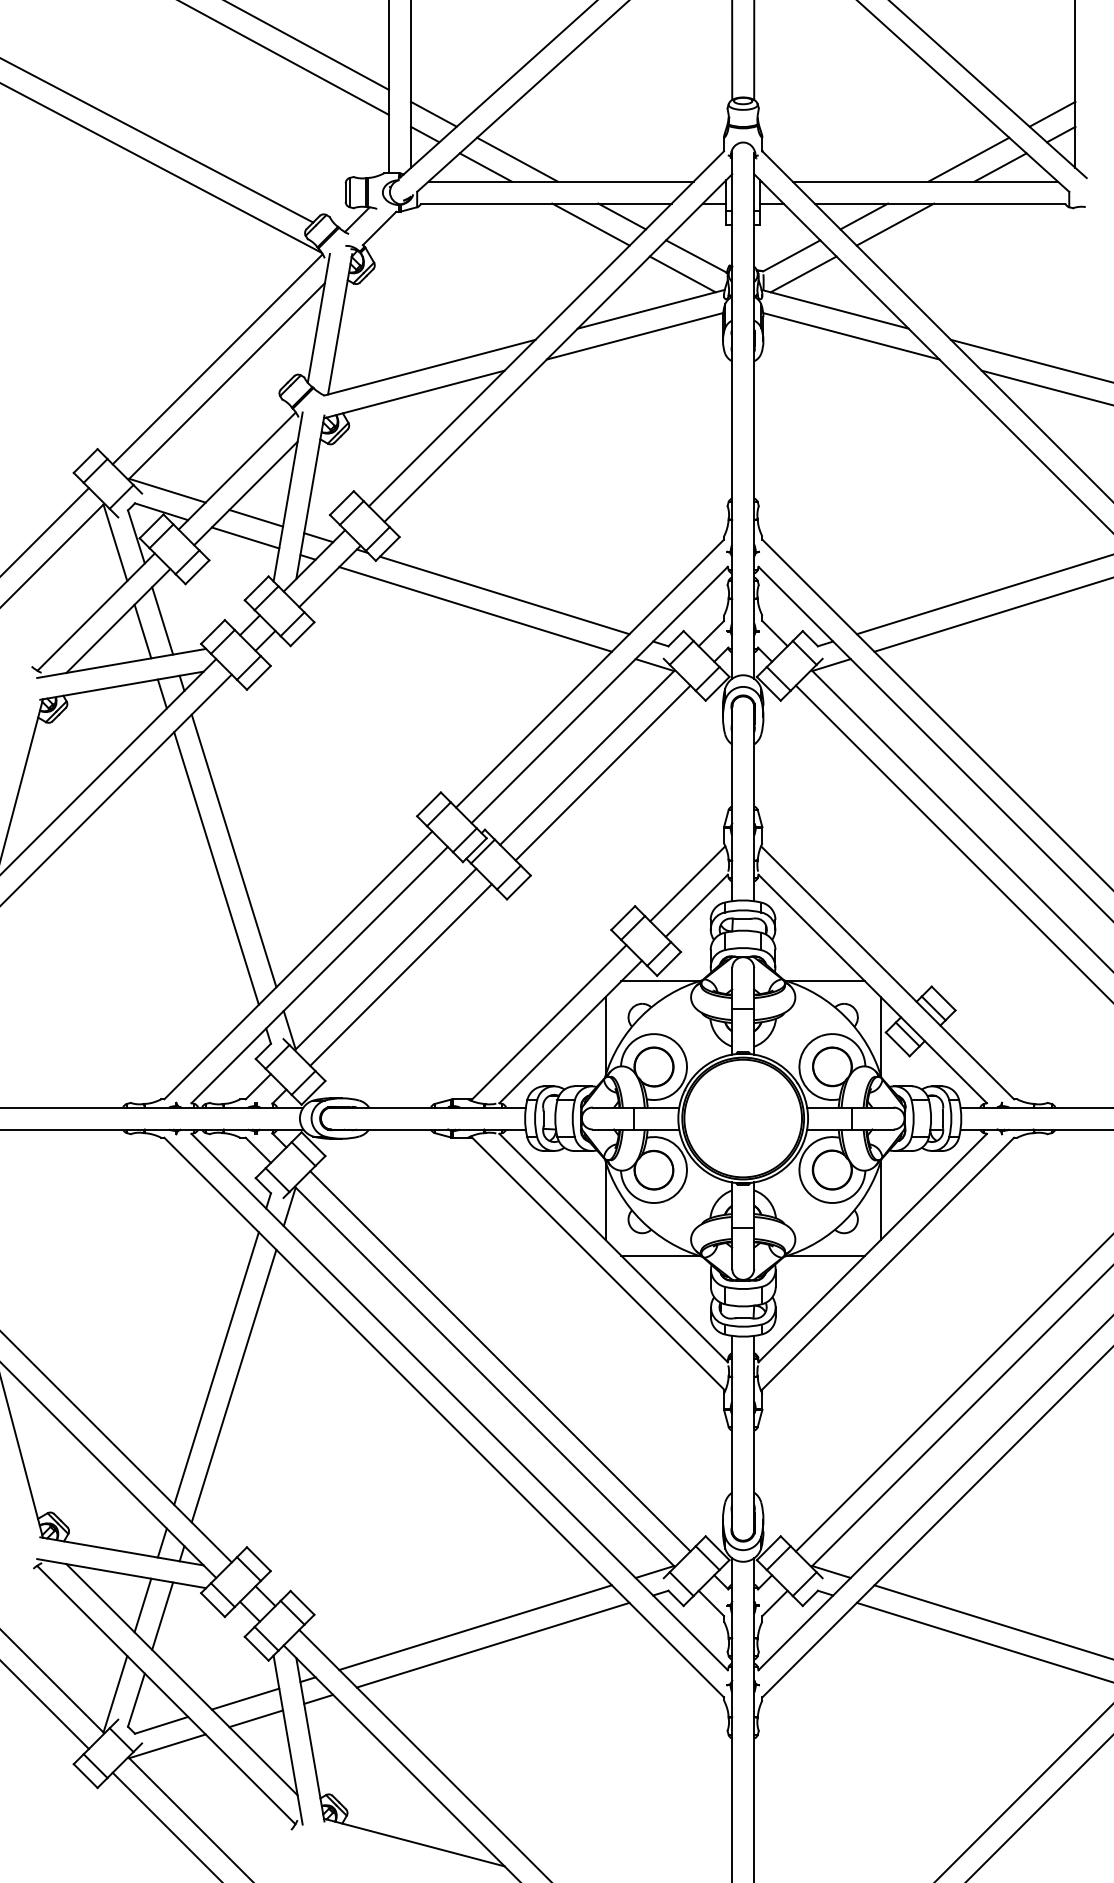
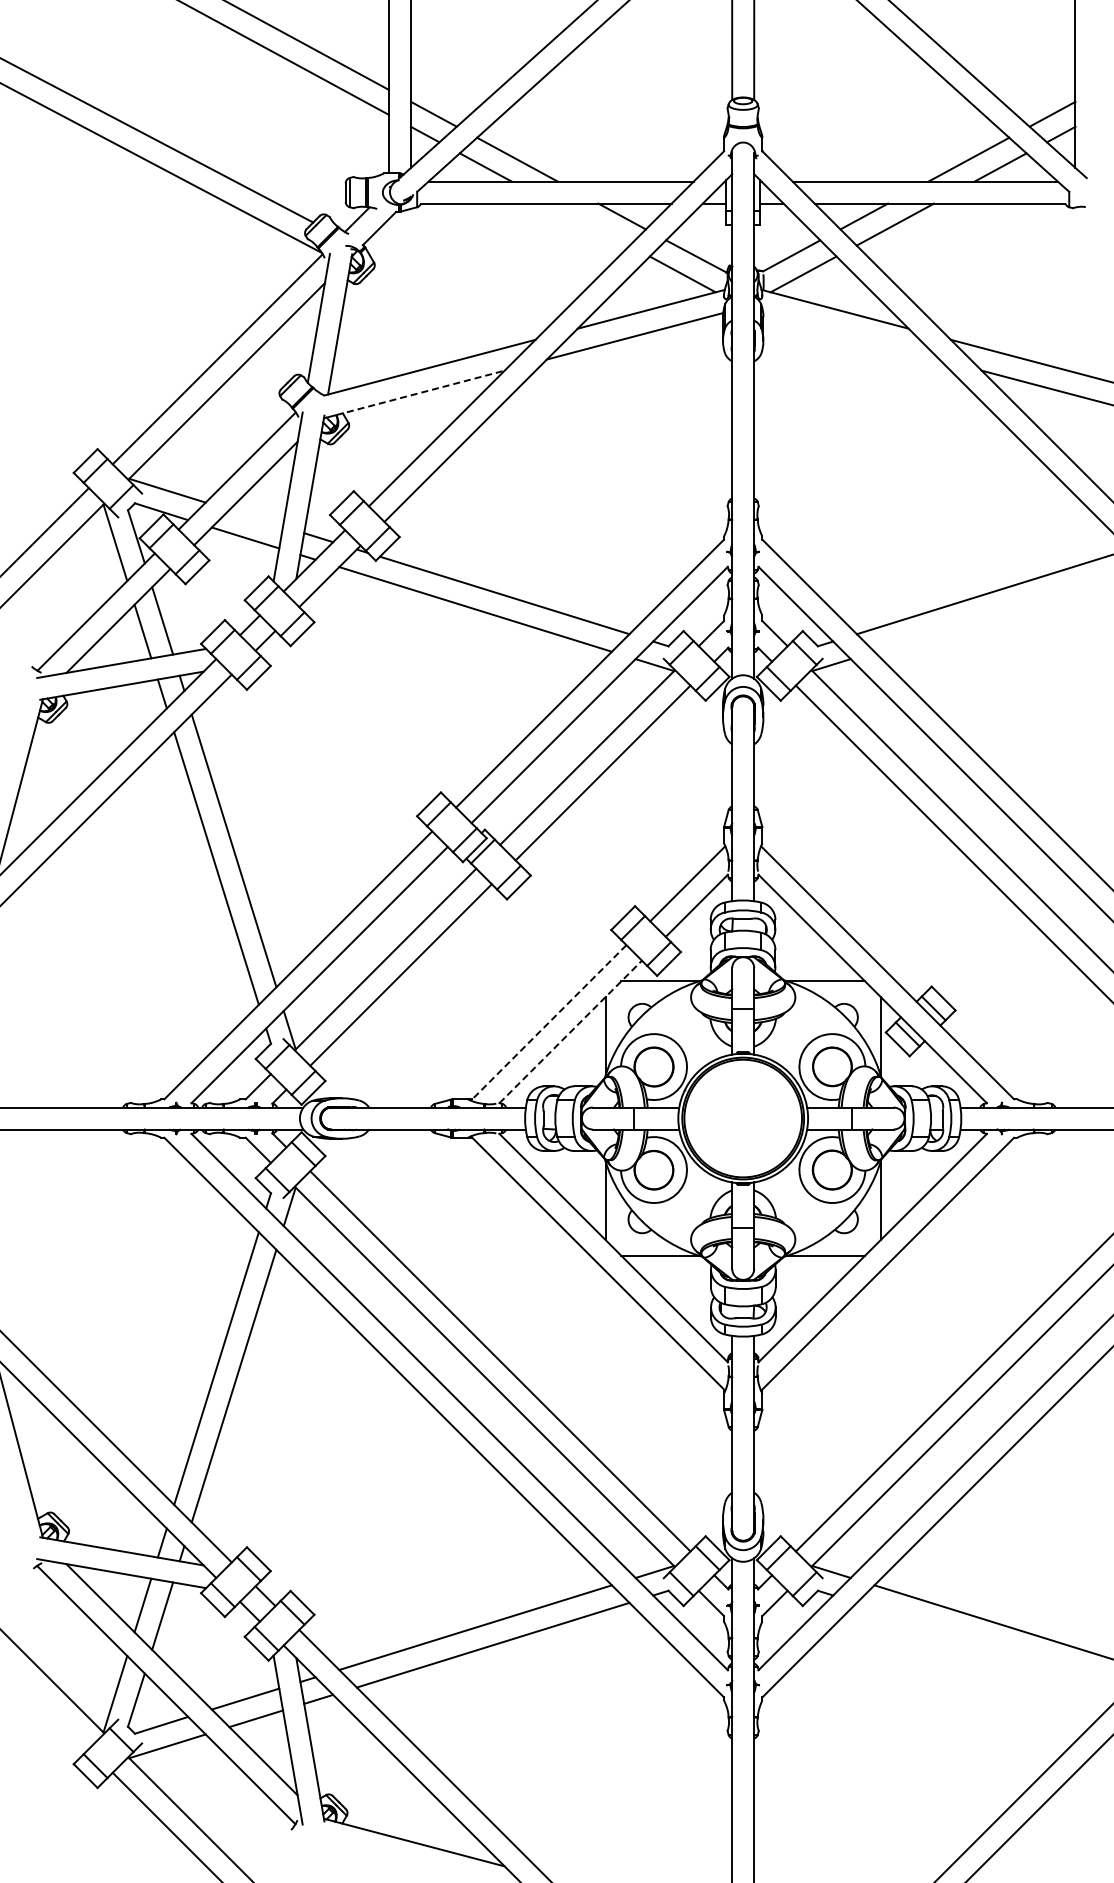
line at (590, 224): present -> none
line at (851, 336): present -> none
line at (420, 392): solid -> dashed
line at (256, 517): present -> none
line at (992, 614): present -> none
line at (548, 1022): solid -> dashed
line at (570, 1031): solid -> dashed
line at (983, 1641): present -> none
line at (45, 1705): present -> none
